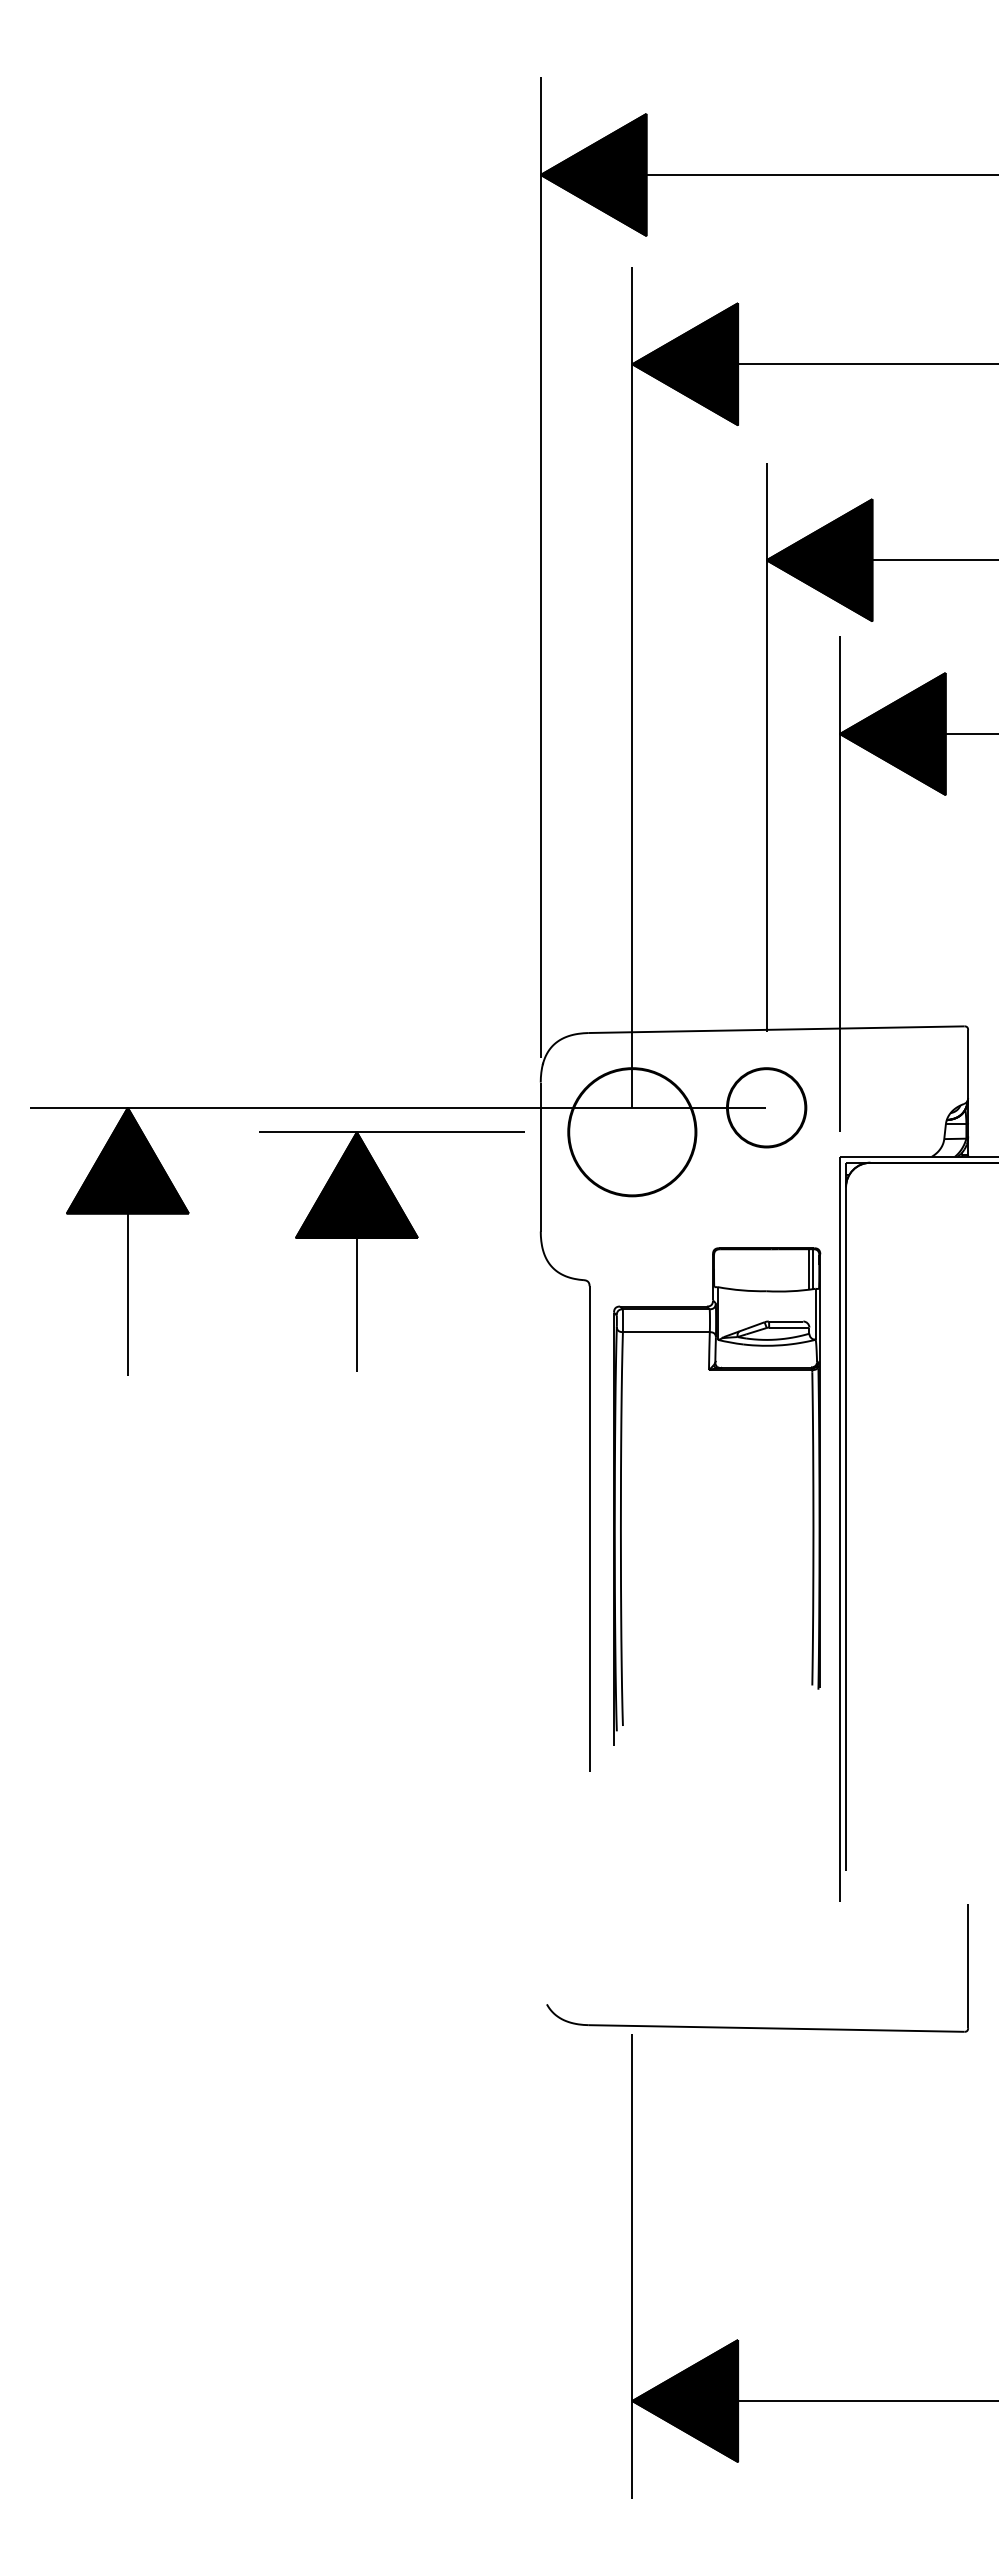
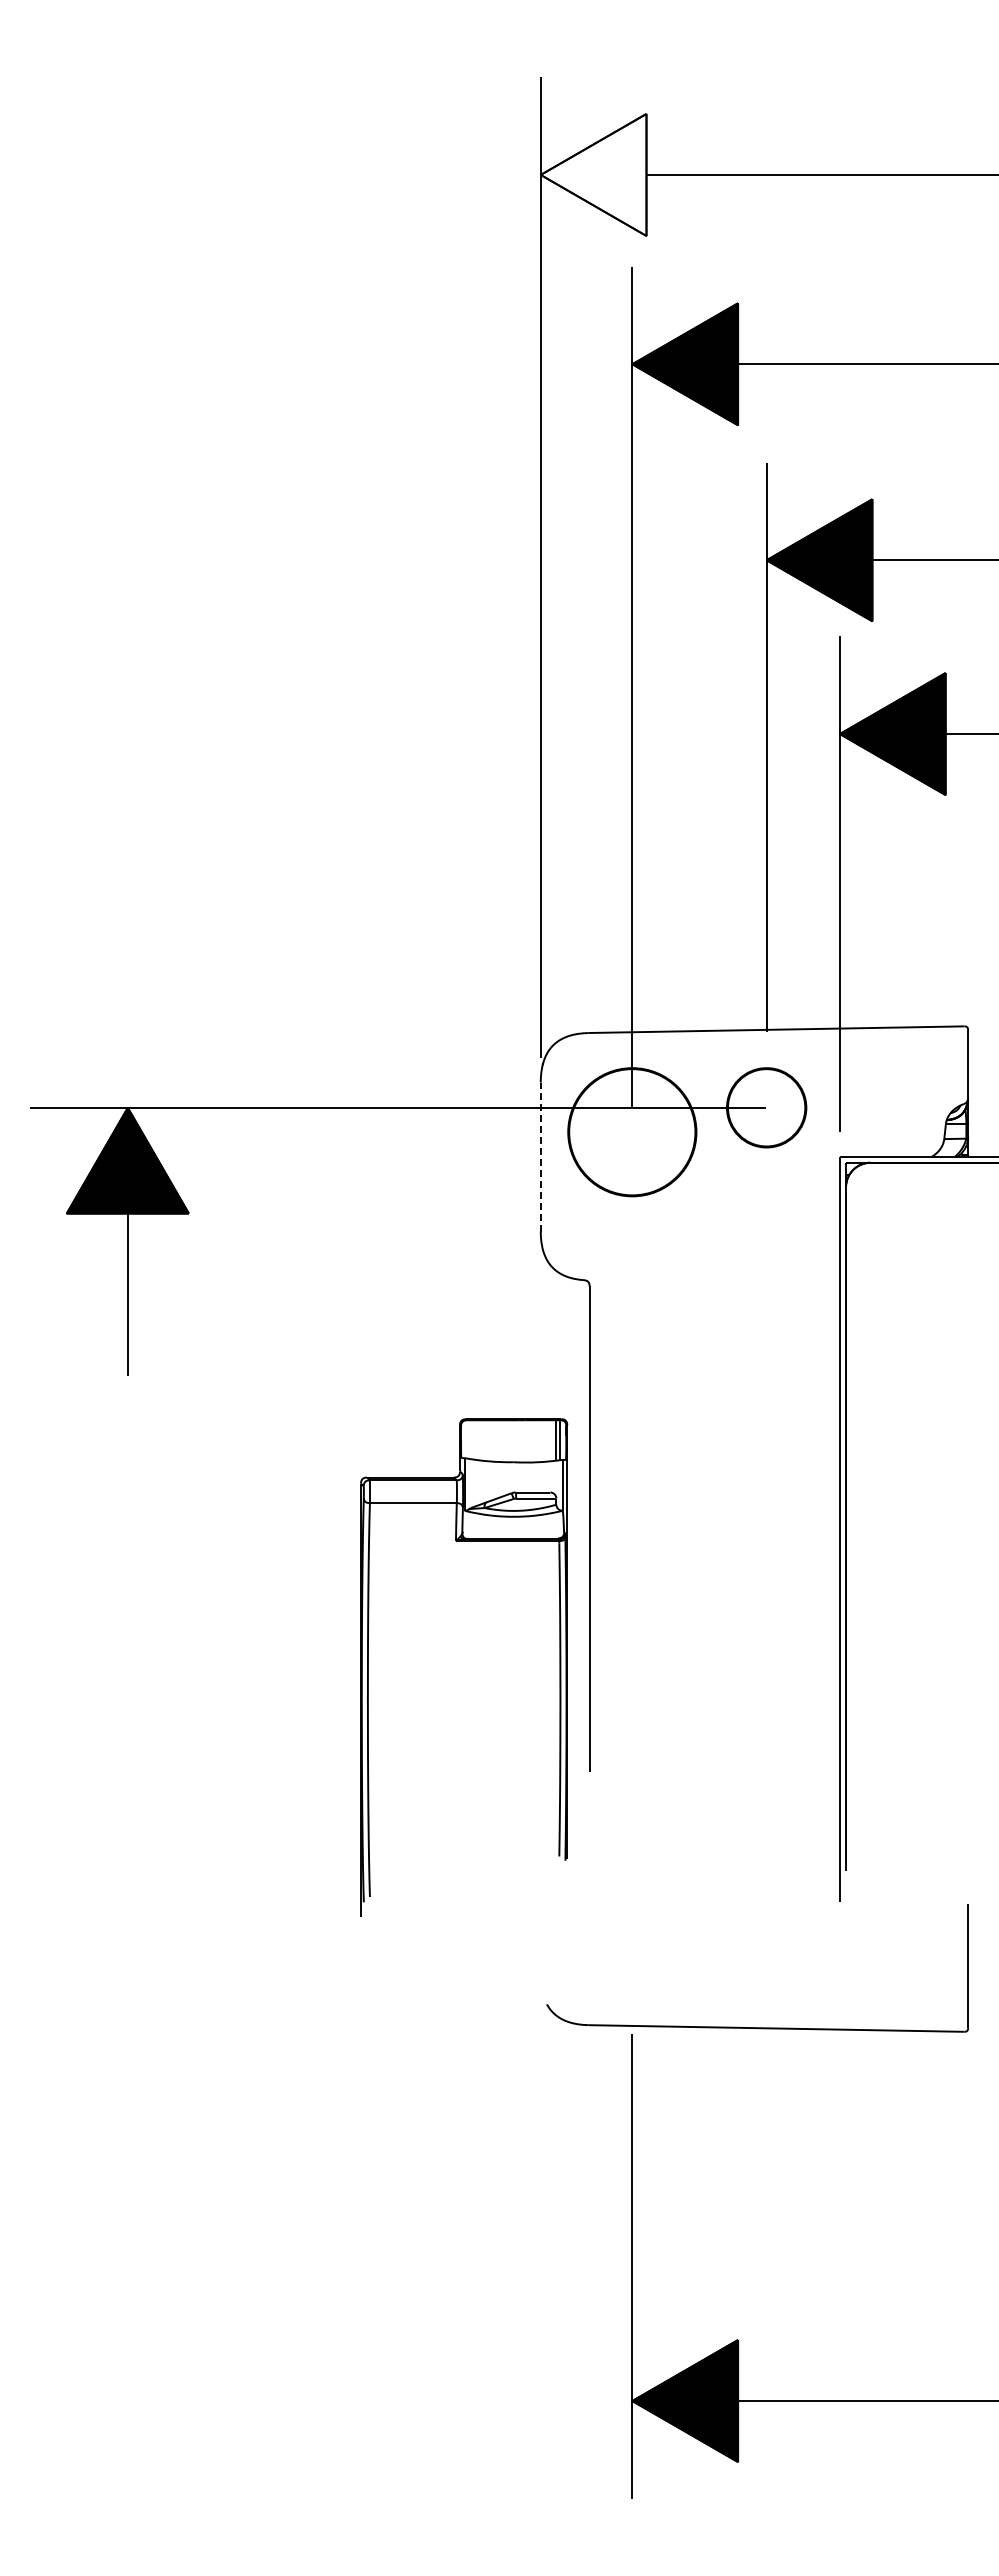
fill at (593, 174): present -> none
line at (540, 1156): solid -> dashed
part at (391, 1238): present -> none
part at (812, 1496) position: (812, 1496) -> (559, 1667)
